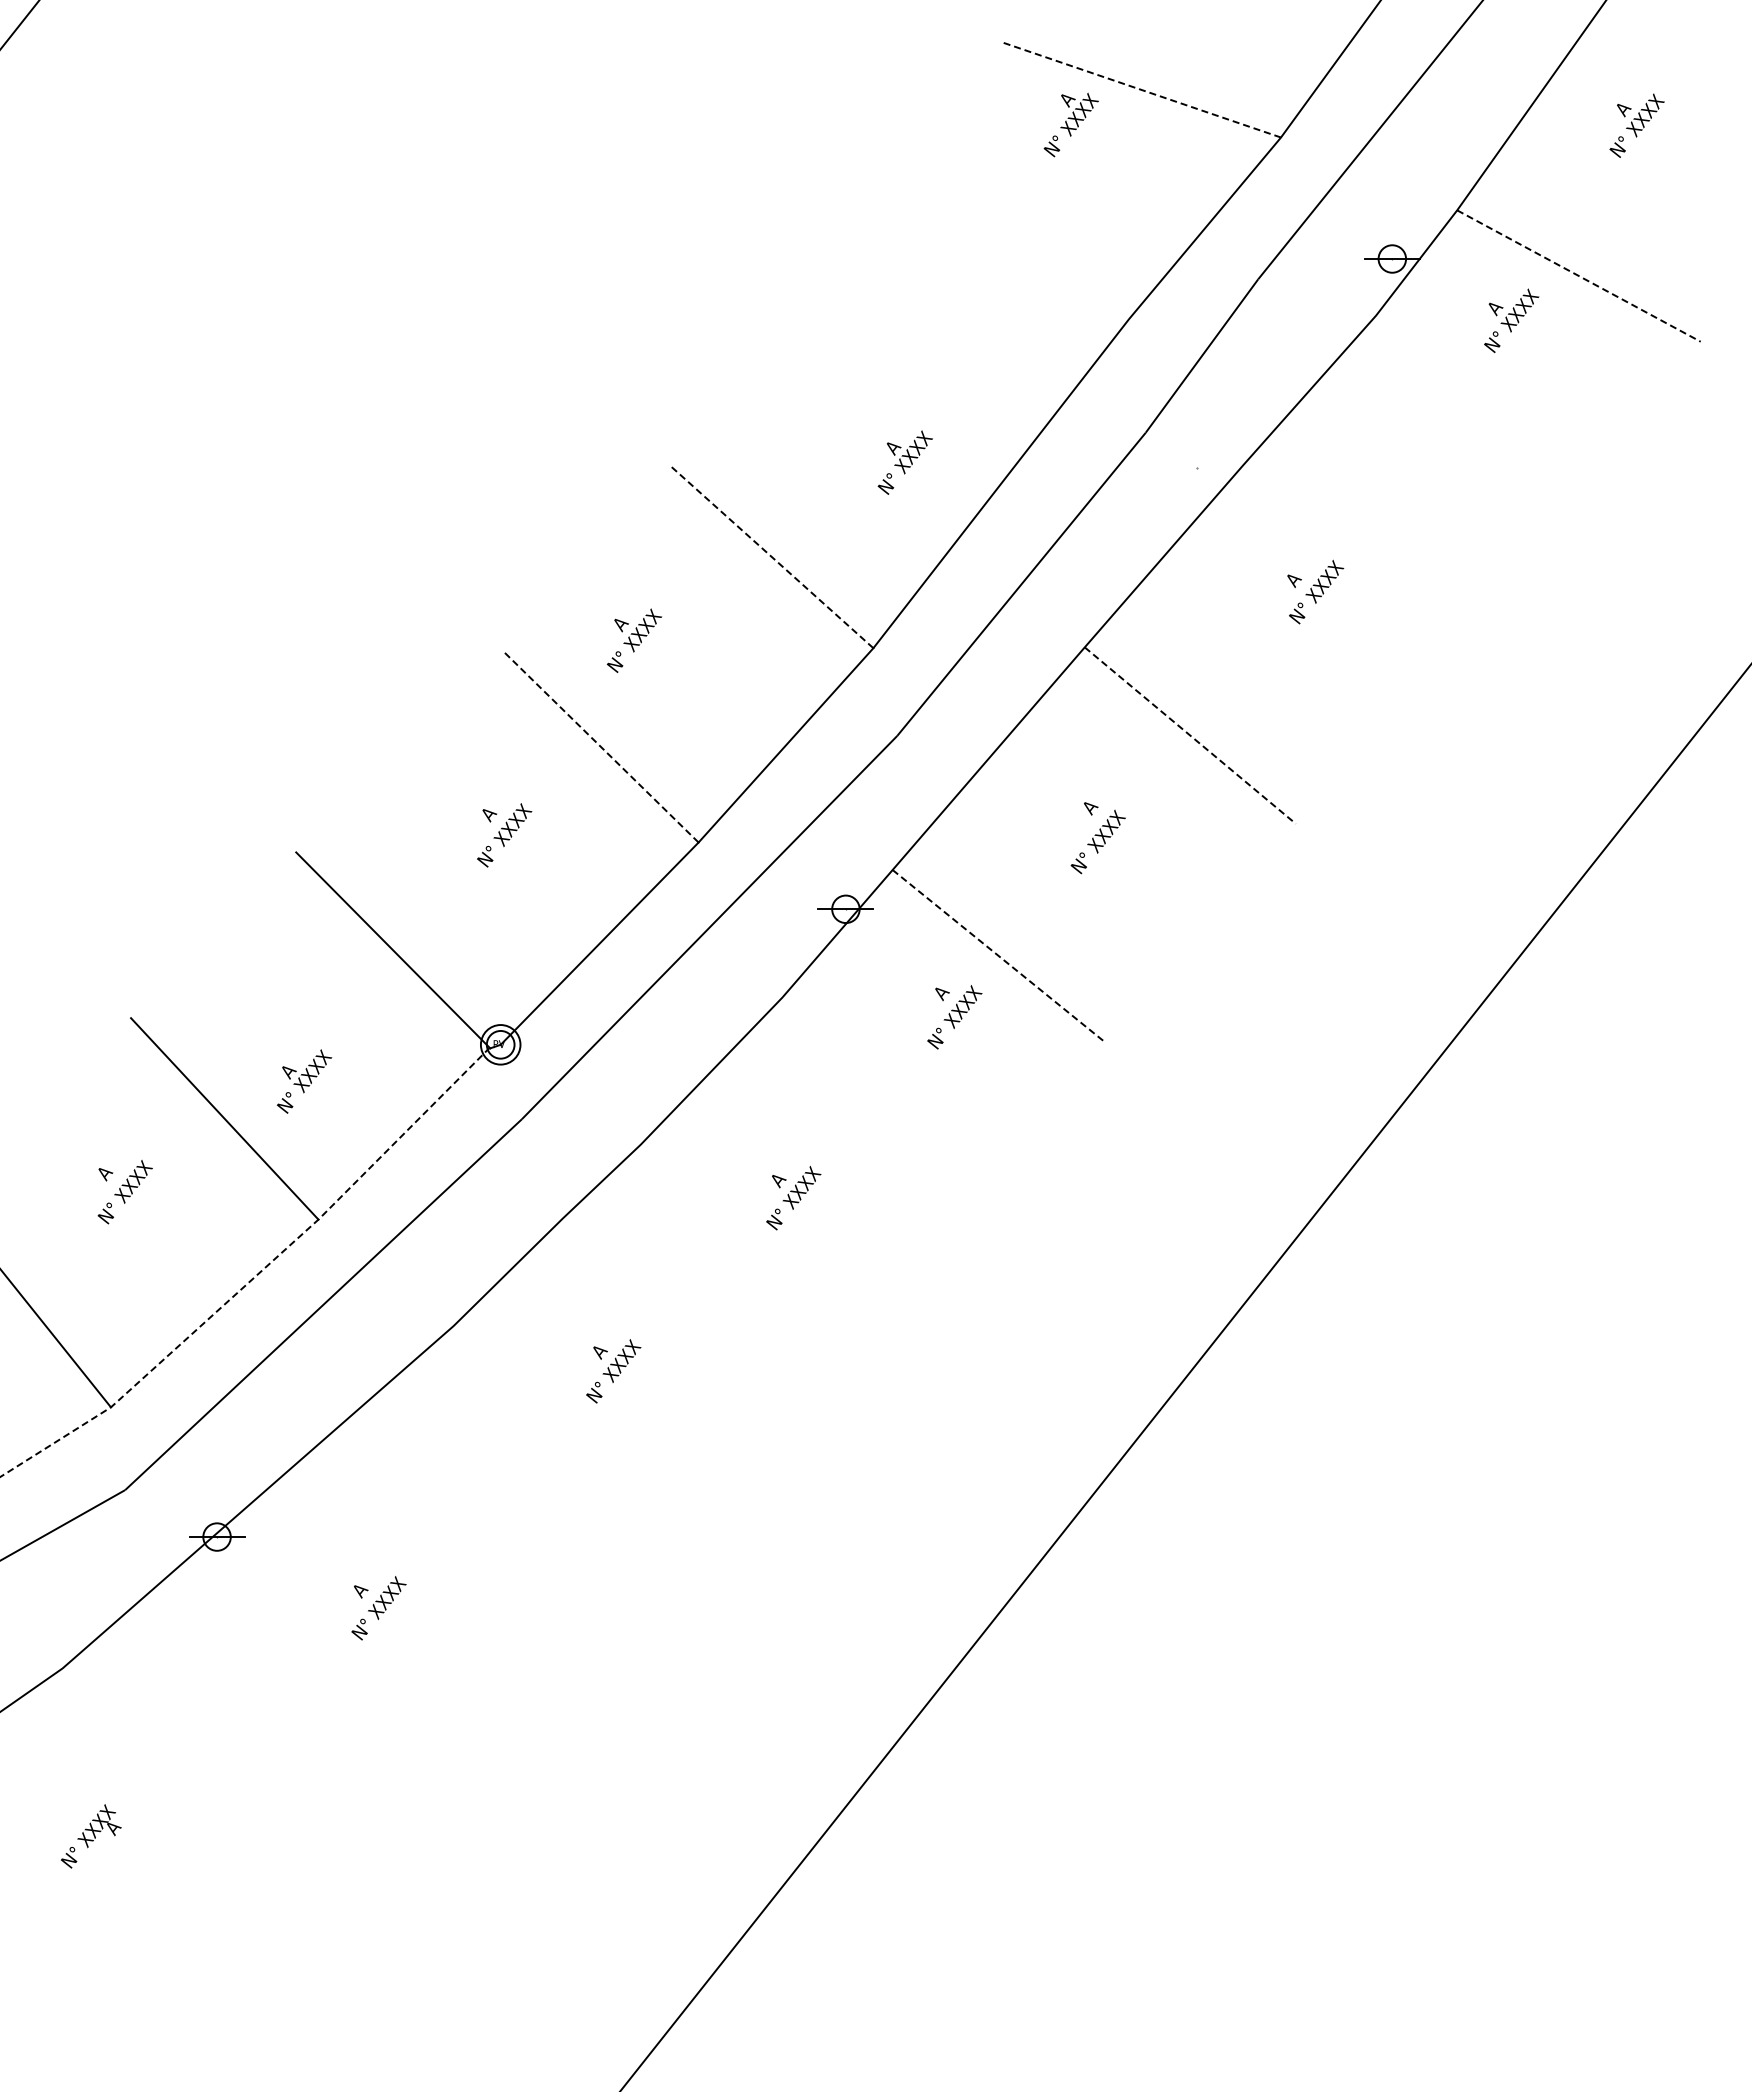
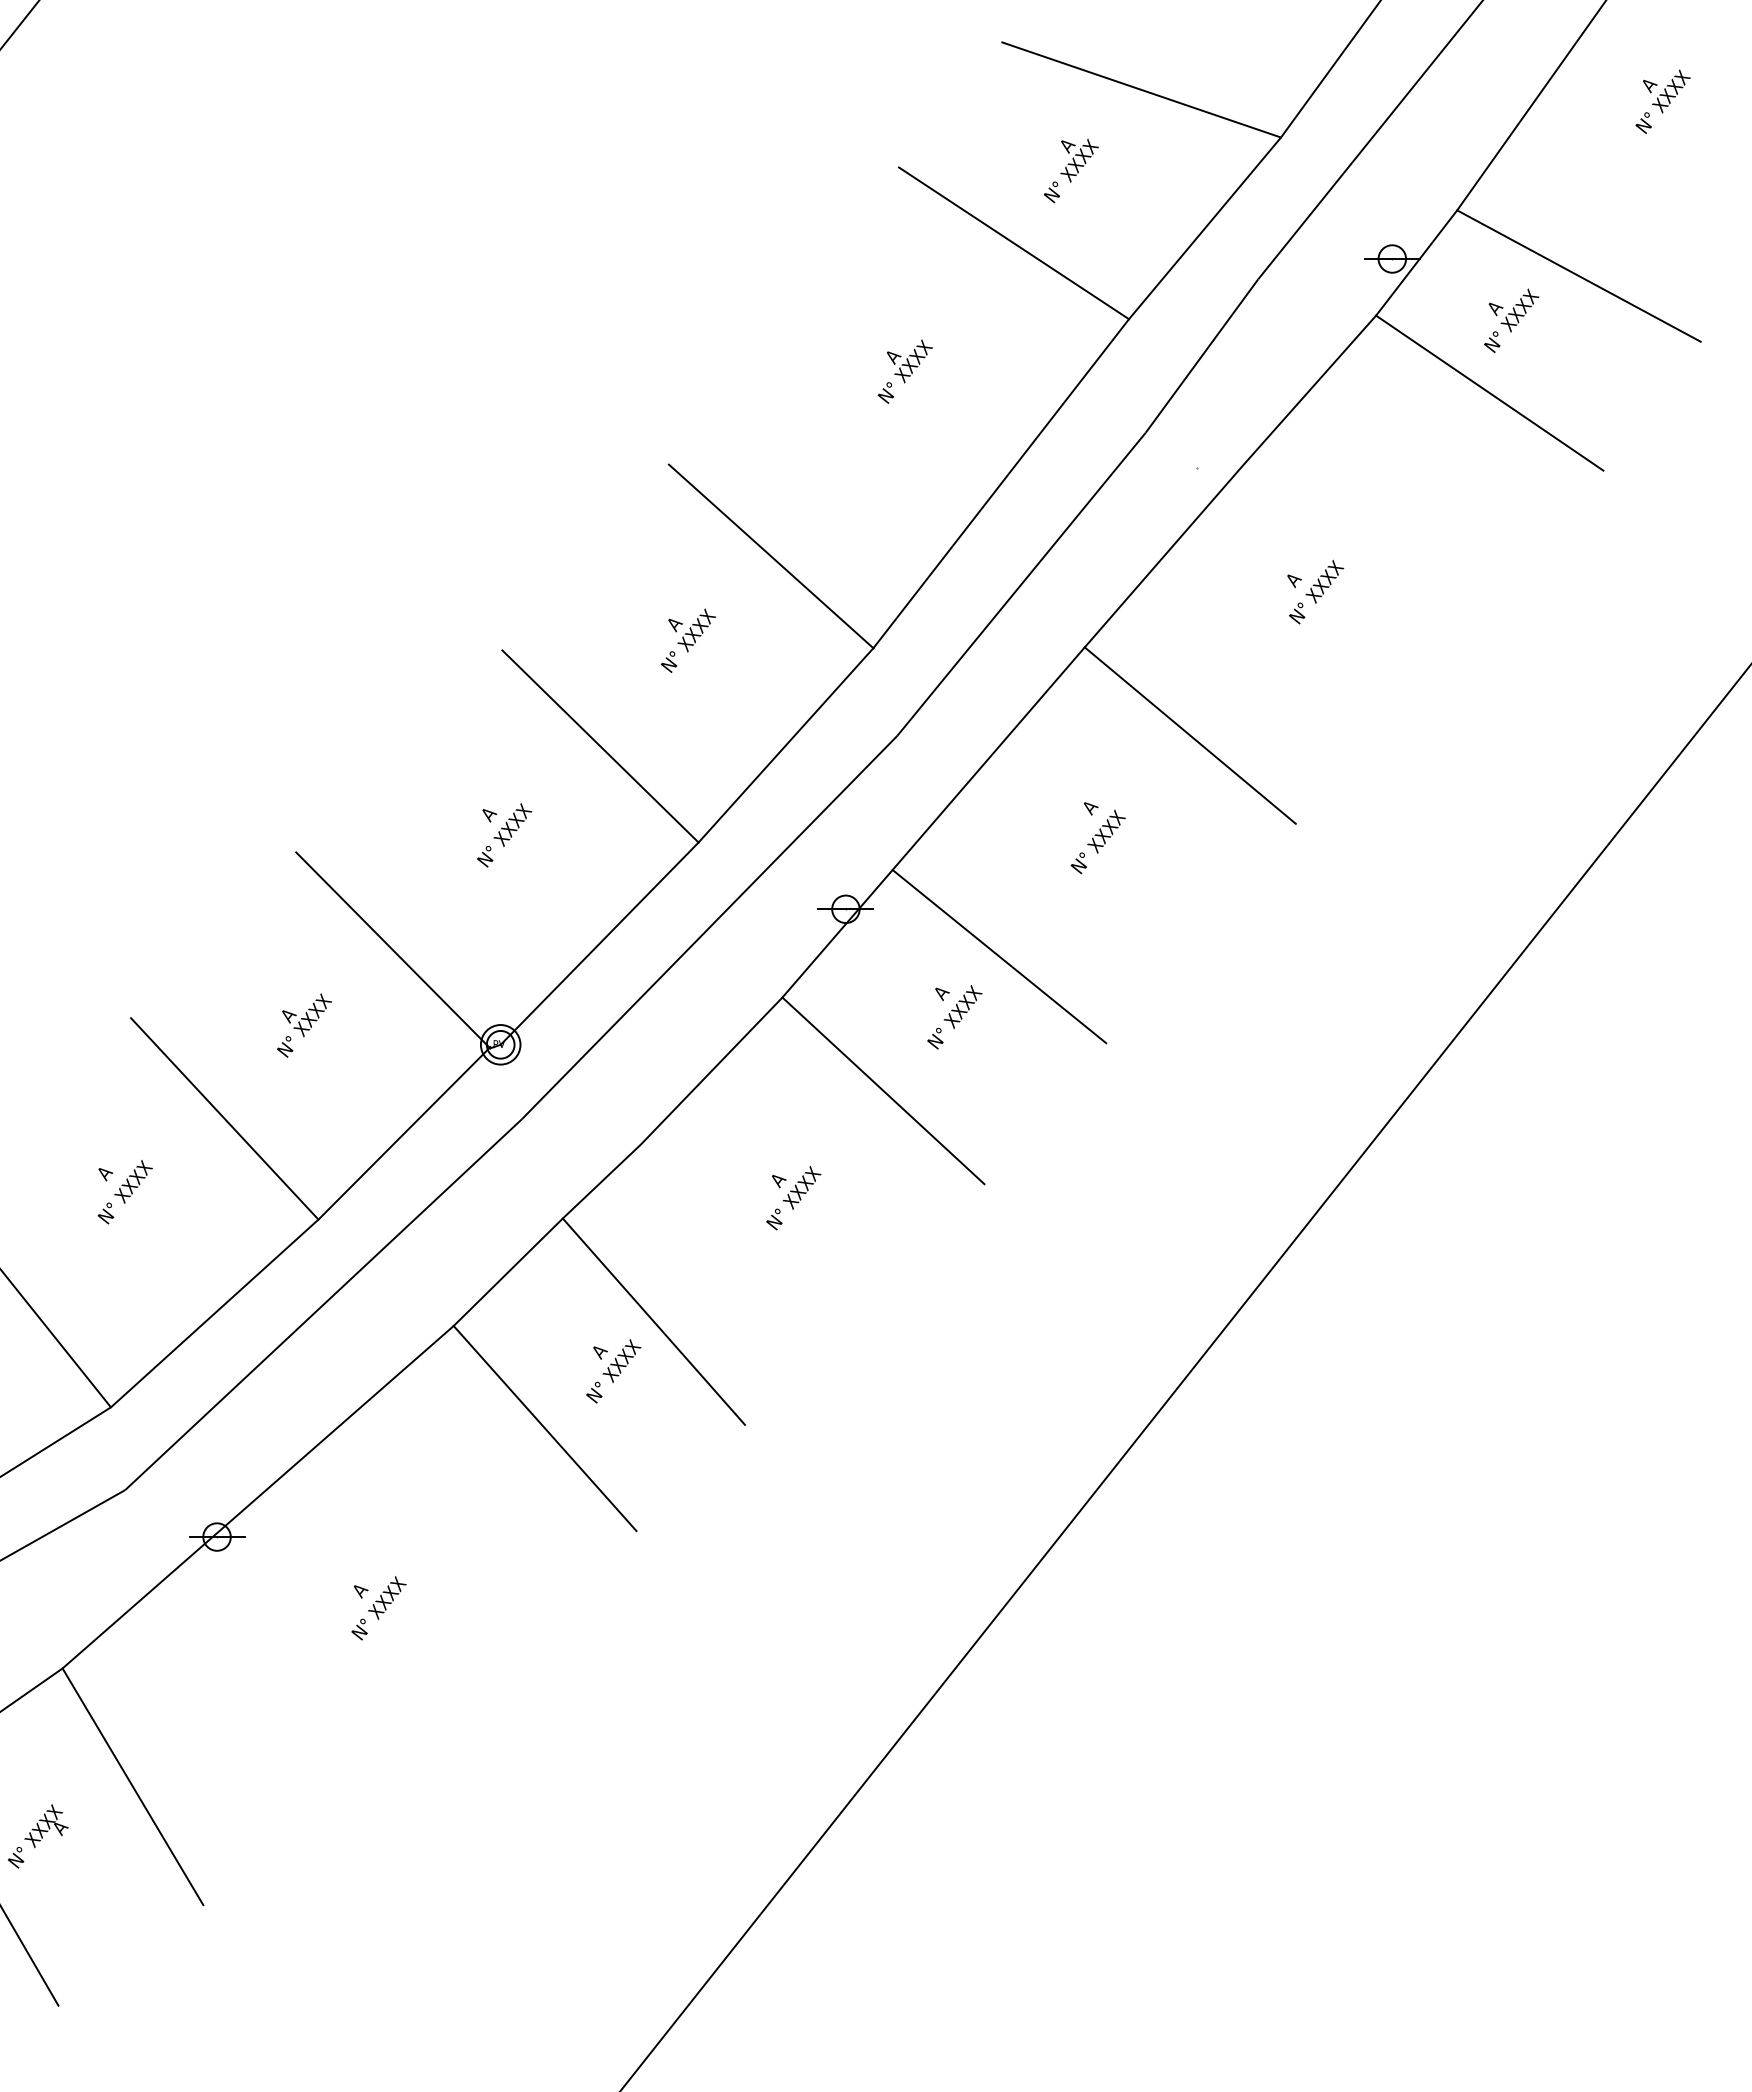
line at (1141, 89): dashed -> solid
text at (1070, 124) position: (1070, 124) -> (1070, 170)
text at (1636, 125) position: (1636, 125) -> (1662, 101)
line at (1013, 243): none -> present
line at (1579, 276): dashed -> solid
line at (1489, 392): none -> present
text at (904, 462) position: (904, 462) -> (904, 371)
line at (770, 556): dashed -> solid
text at (634, 640) position: (634, 640) -> (688, 640)
line at (1190, 735): dashed -> solid
line at (600, 746): dashed -> solid
line at (999, 956): dashed -> solid
text at (304, 1081) position: (304, 1081) -> (304, 1025)
line at (883, 1090): none -> present
line at (256, 1275): dashed -> solid
line at (653, 1321): none -> present
line at (544, 1428): none -> present
line at (132, 1786): none -> present
text at (91, 1836) position: (91, 1836) -> (38, 1836)
line at (30, 1956): none -> present
